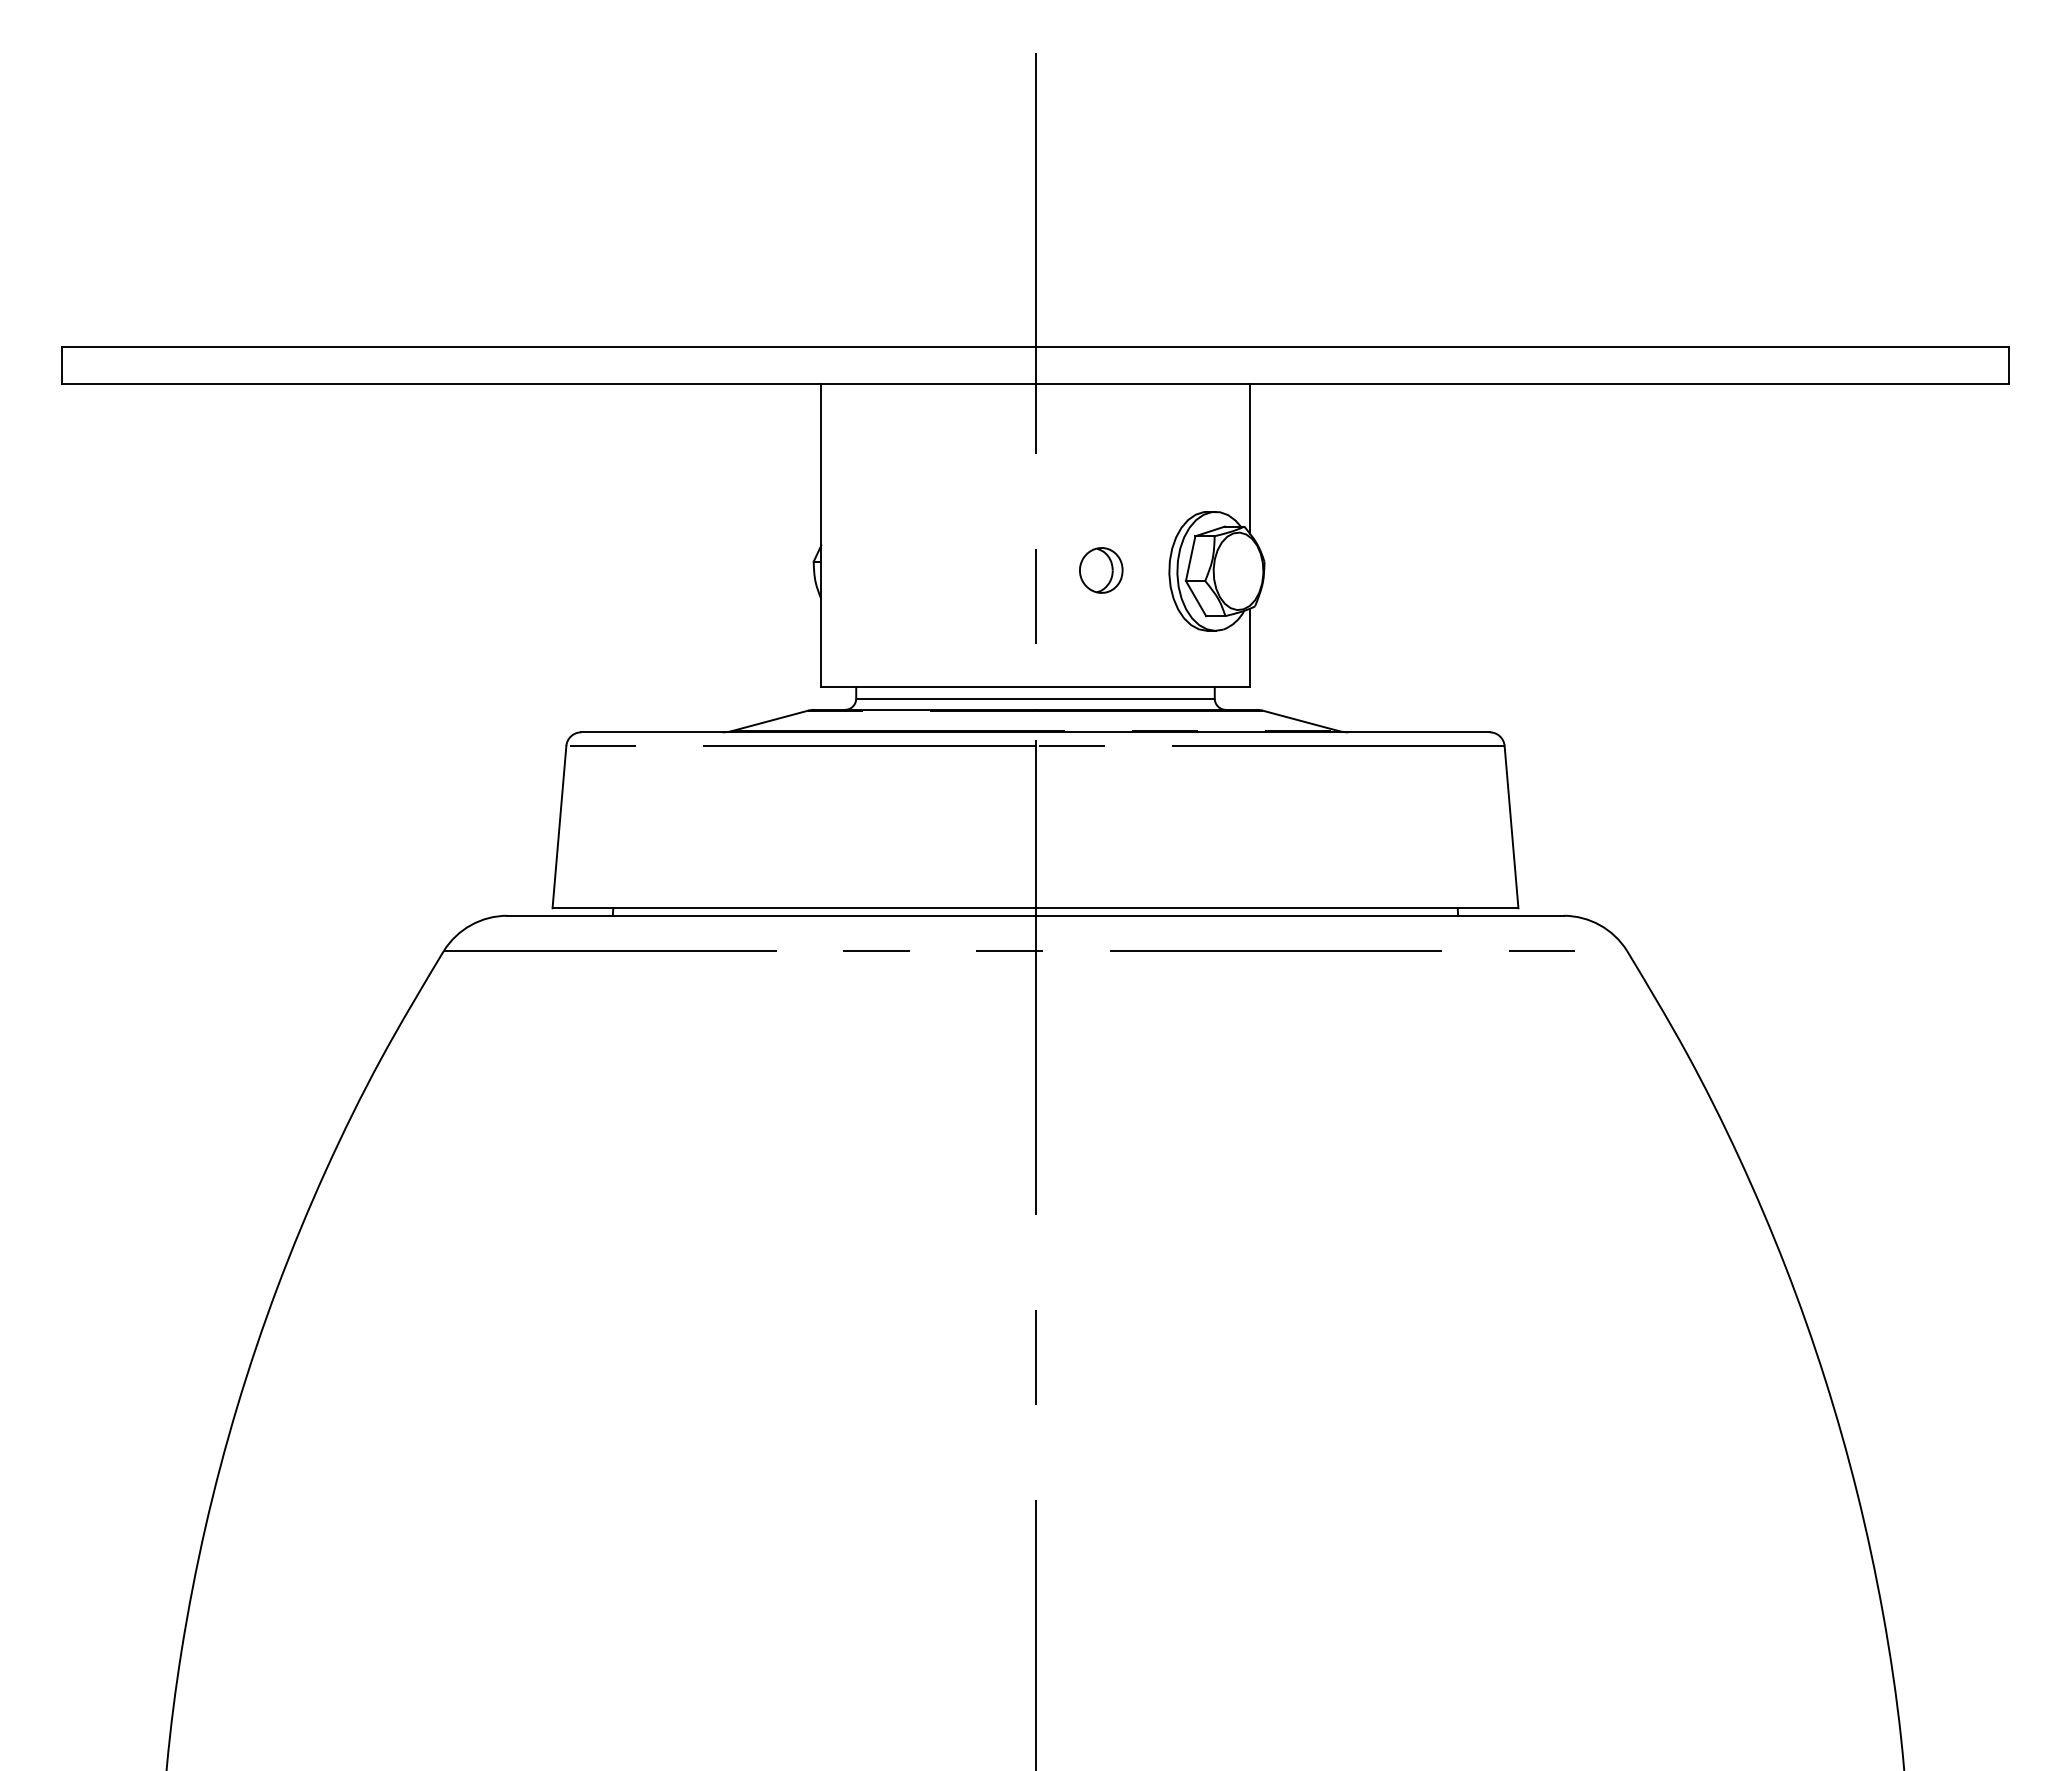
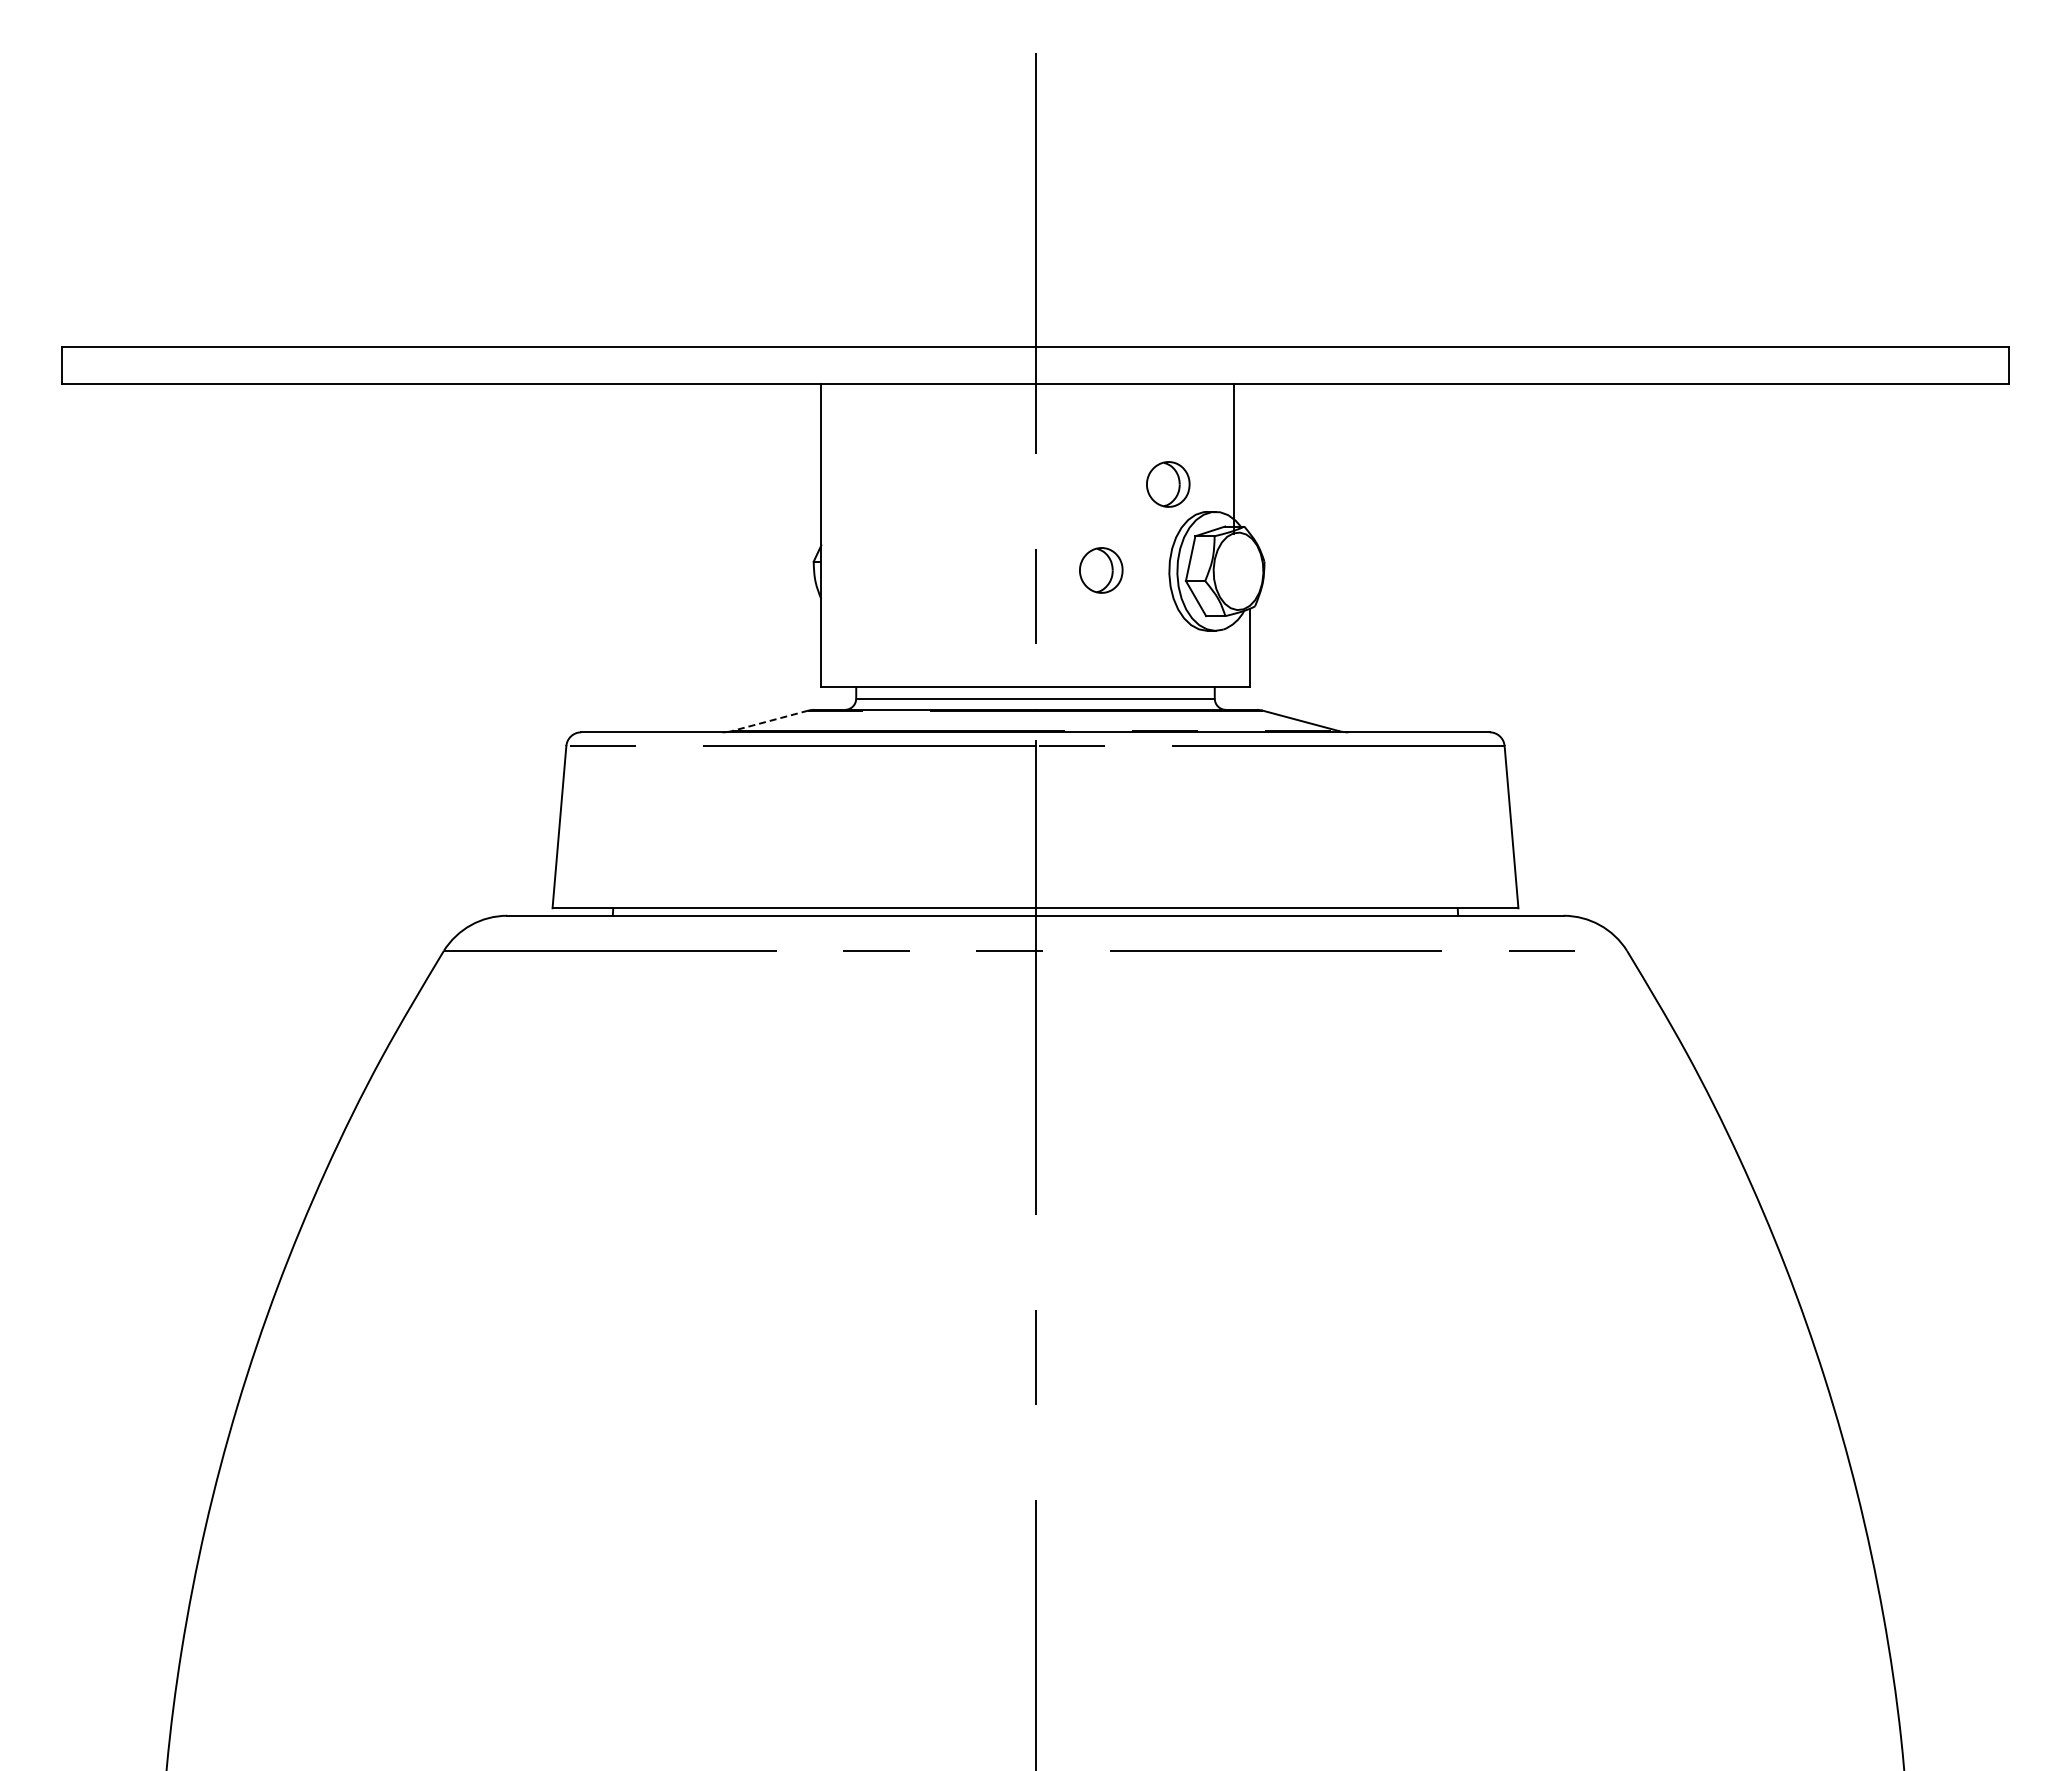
line at (1249, 458) position: (1249, 458) -> (1233, 458)
part at (1168, 484): none -> present
line at (769, 720): solid -> dashed
